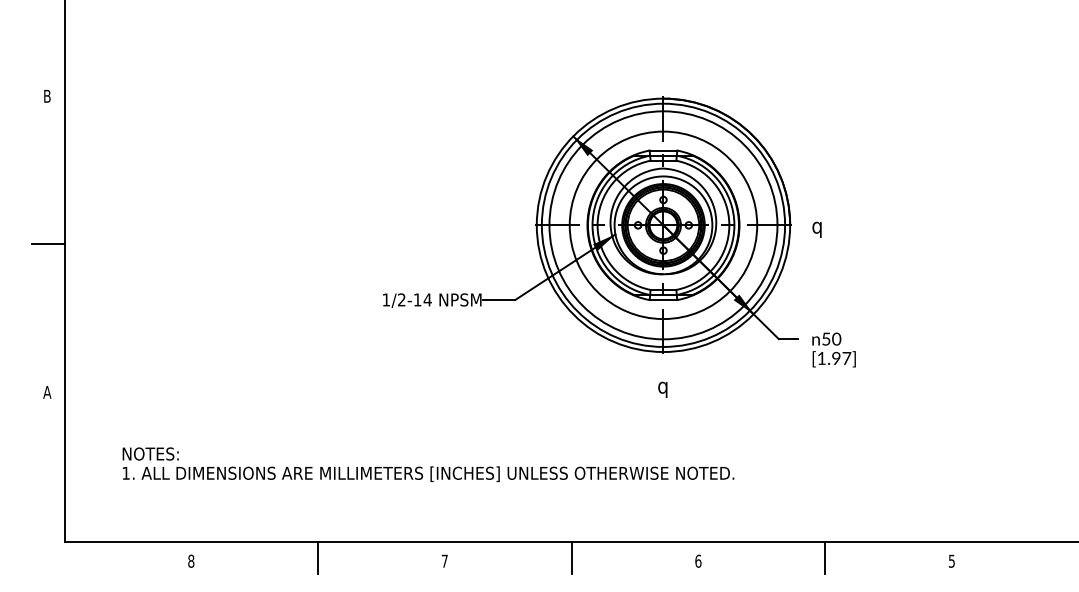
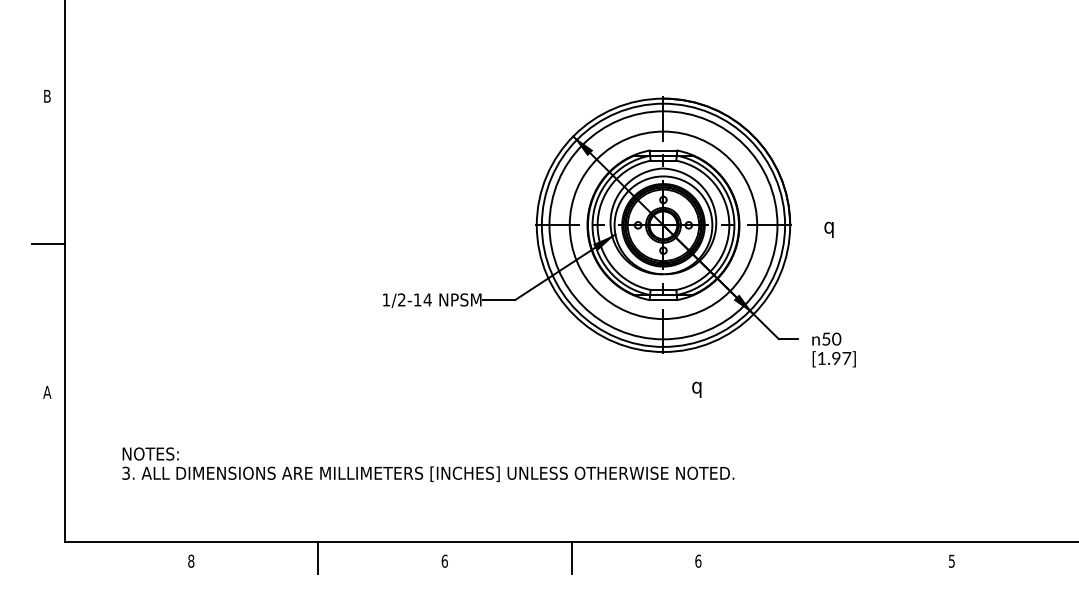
text at (816, 229) position: (816, 229) -> (828, 229)
text at (662, 389) position: (662, 389) -> (696, 389)
text at (125, 472): 1. -> 3.
line at (825, 557): present -> none
text at (444, 560): 7 -> 6
